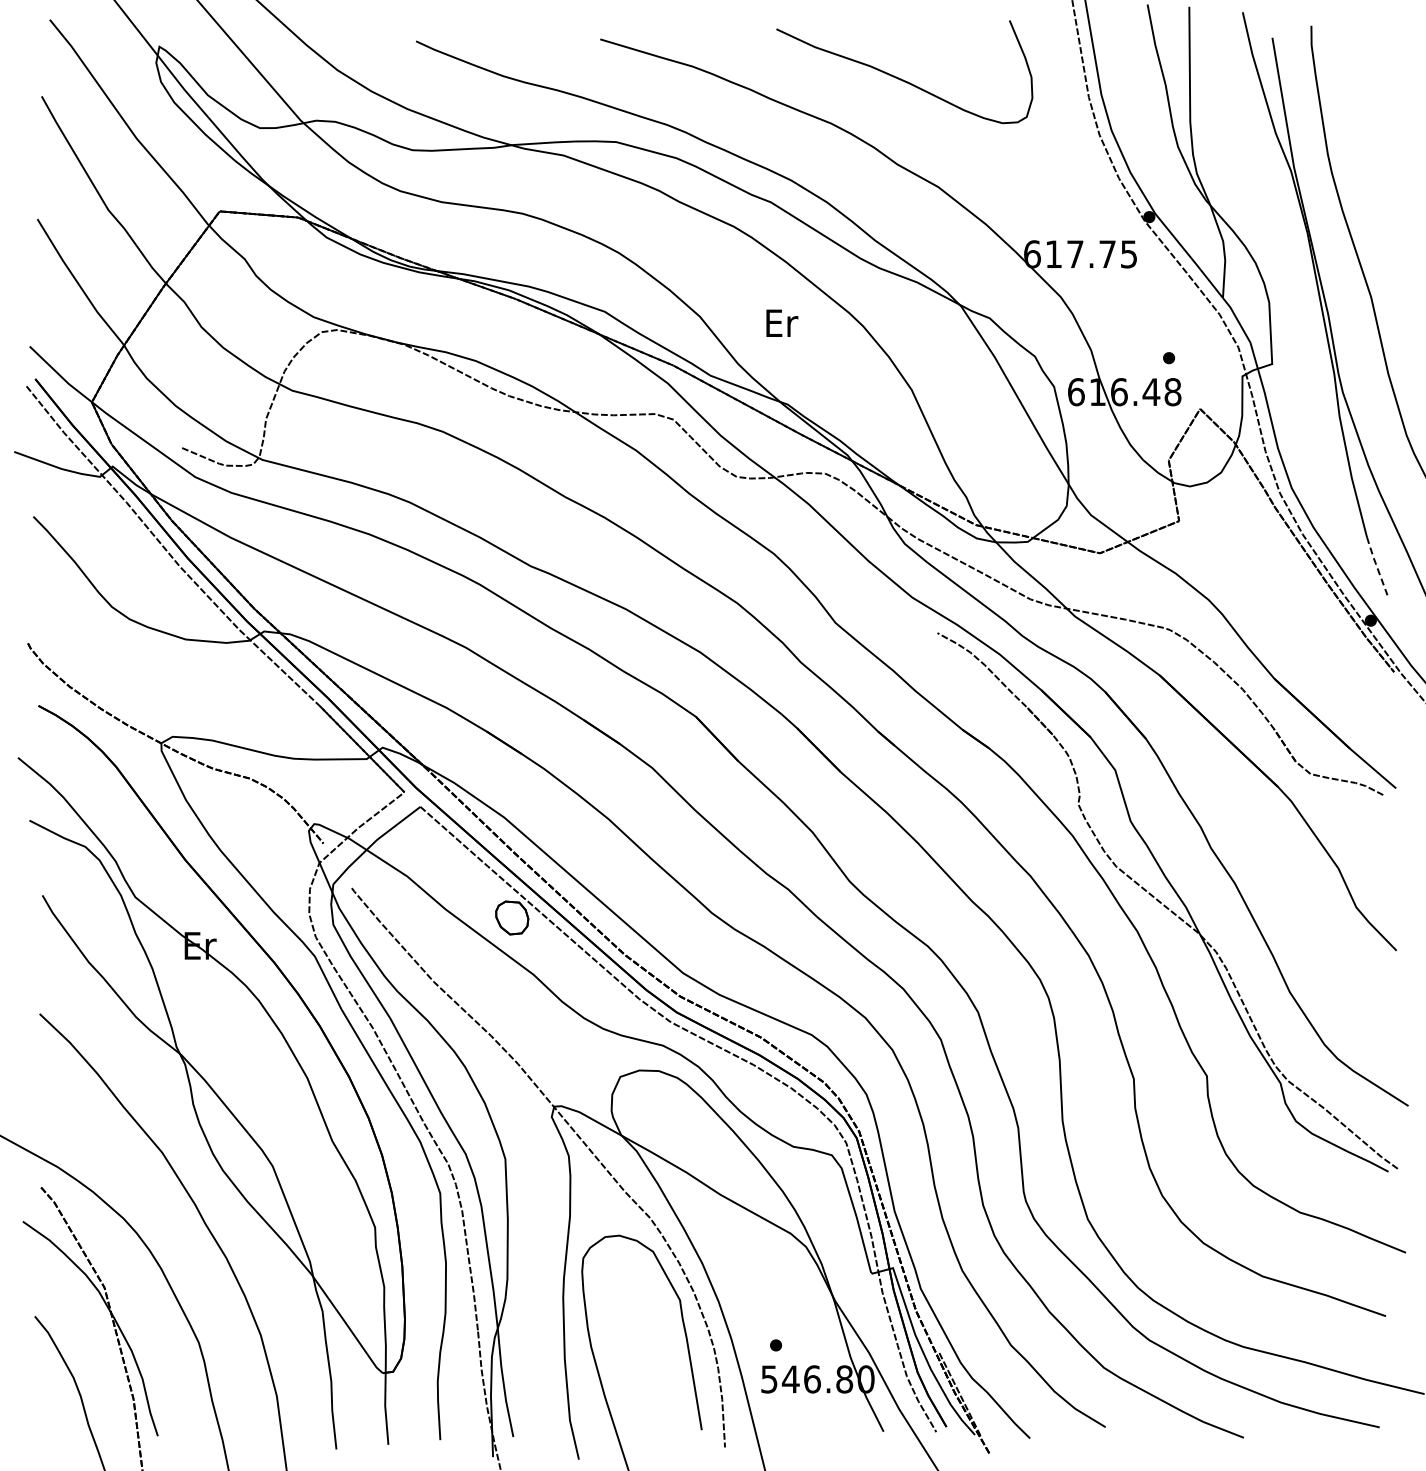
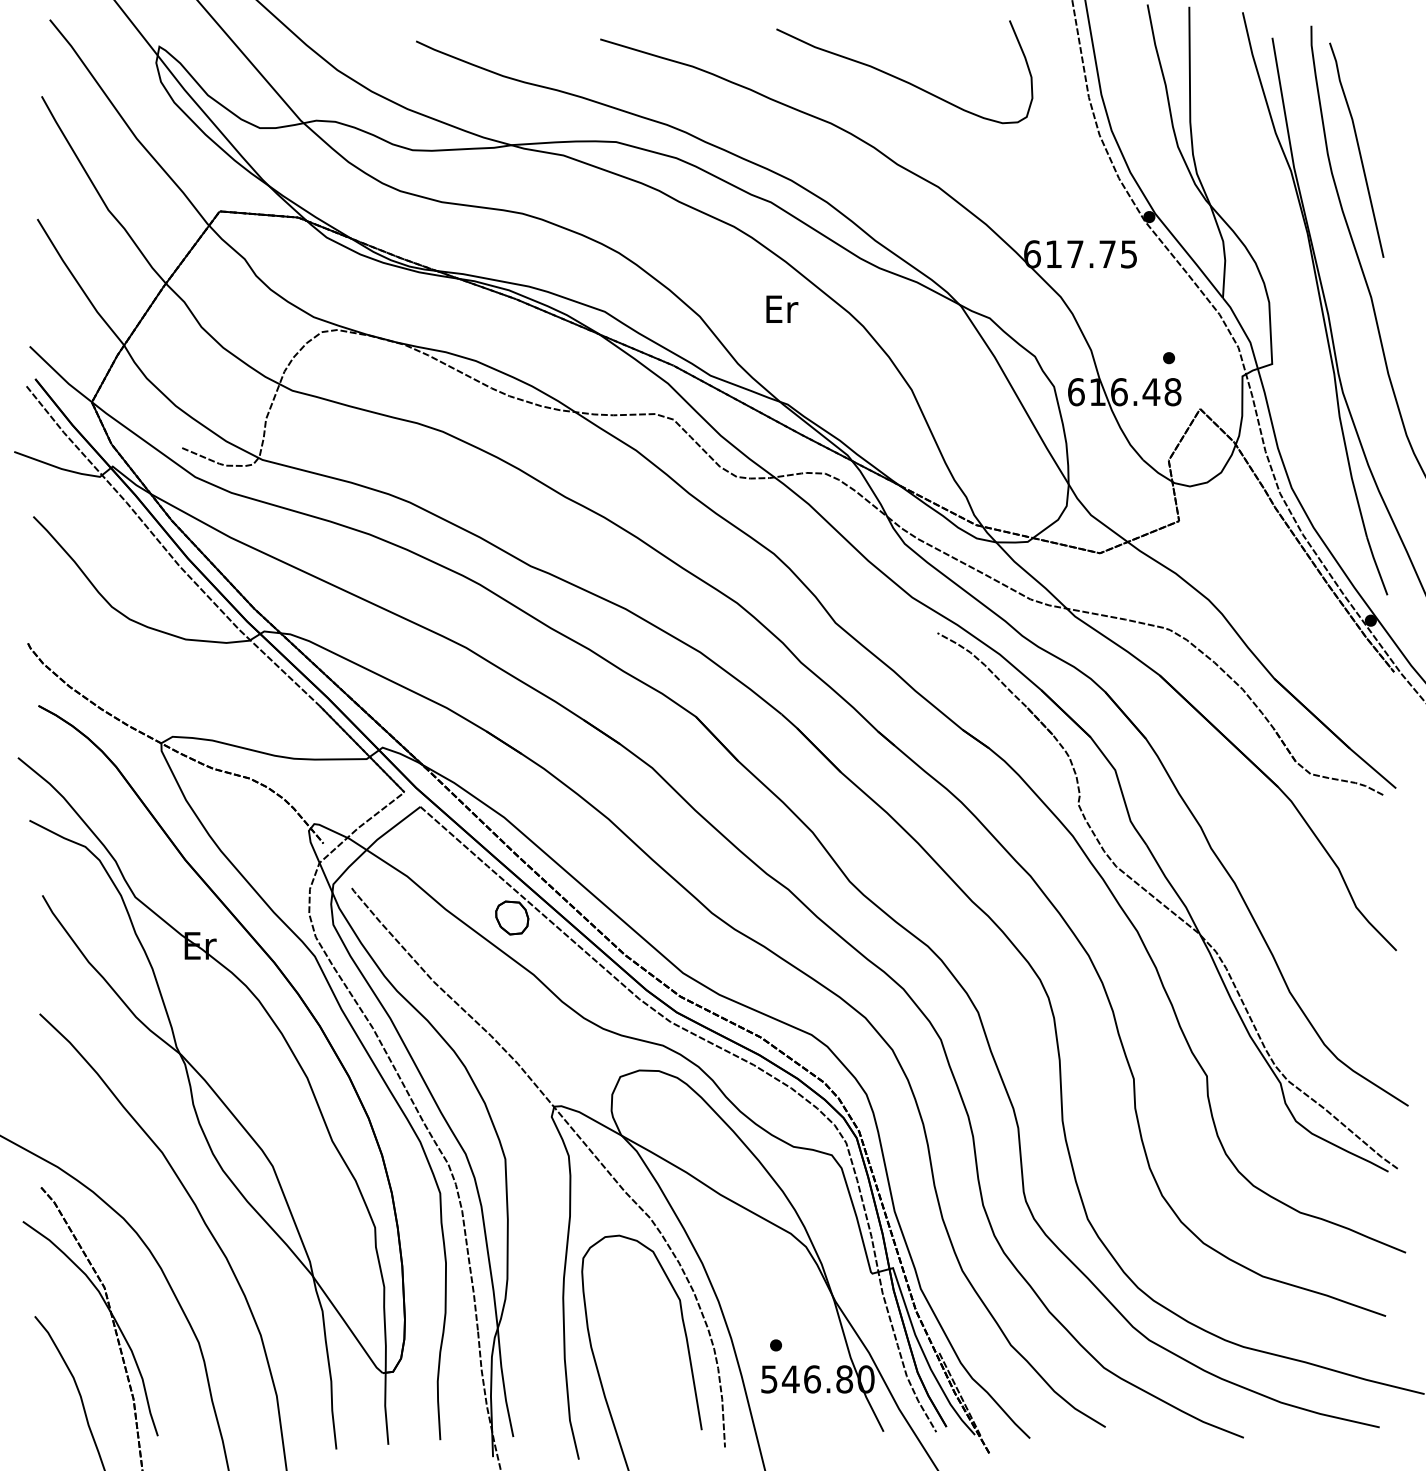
line at (1358, 149): none -> present
text at (782, 322) position: (782, 322) -> (782, 308)
line at (1376, 565): dashed -> solid
